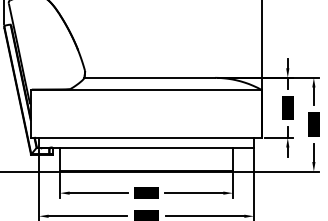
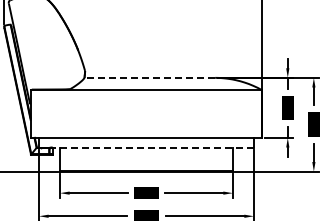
line at (149, 77): solid -> dashed
line at (145, 147): solid -> dashed
